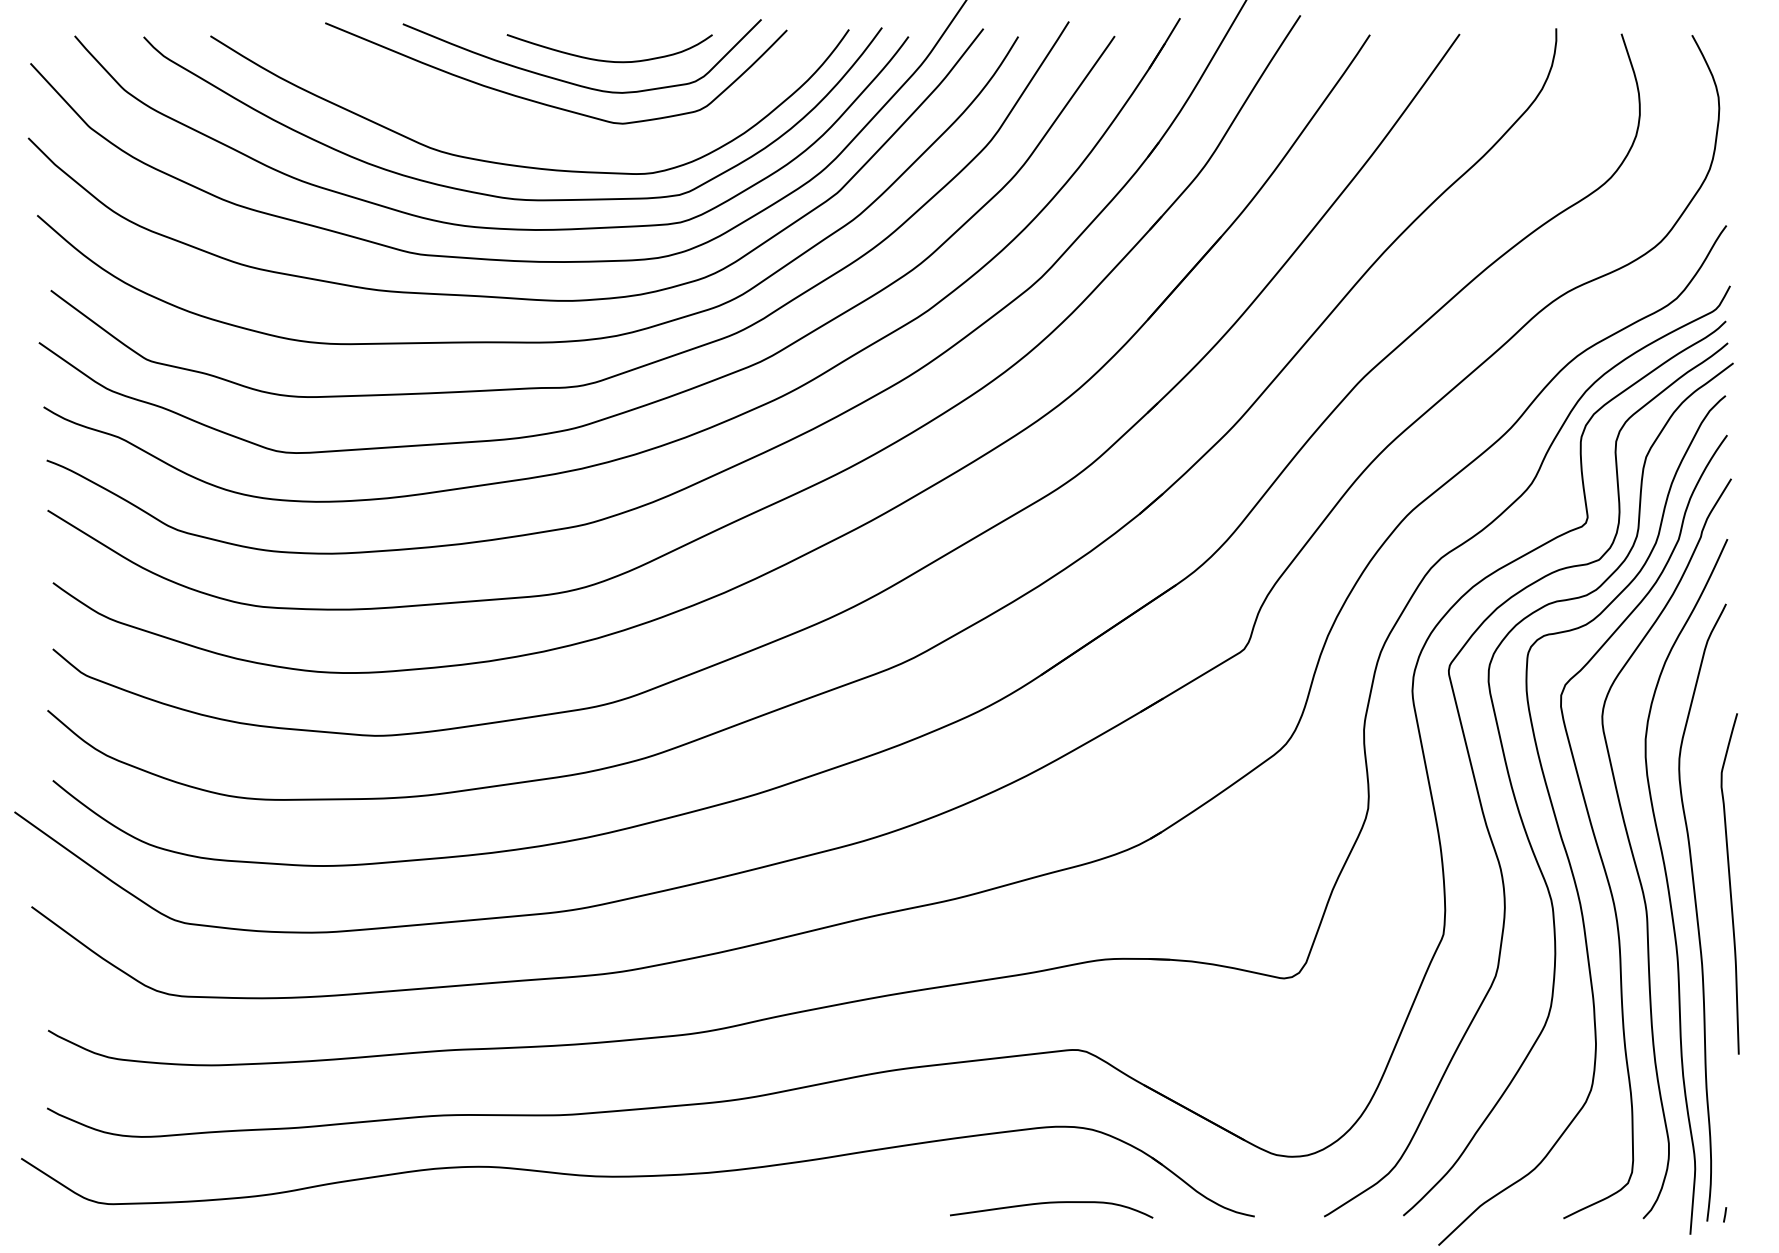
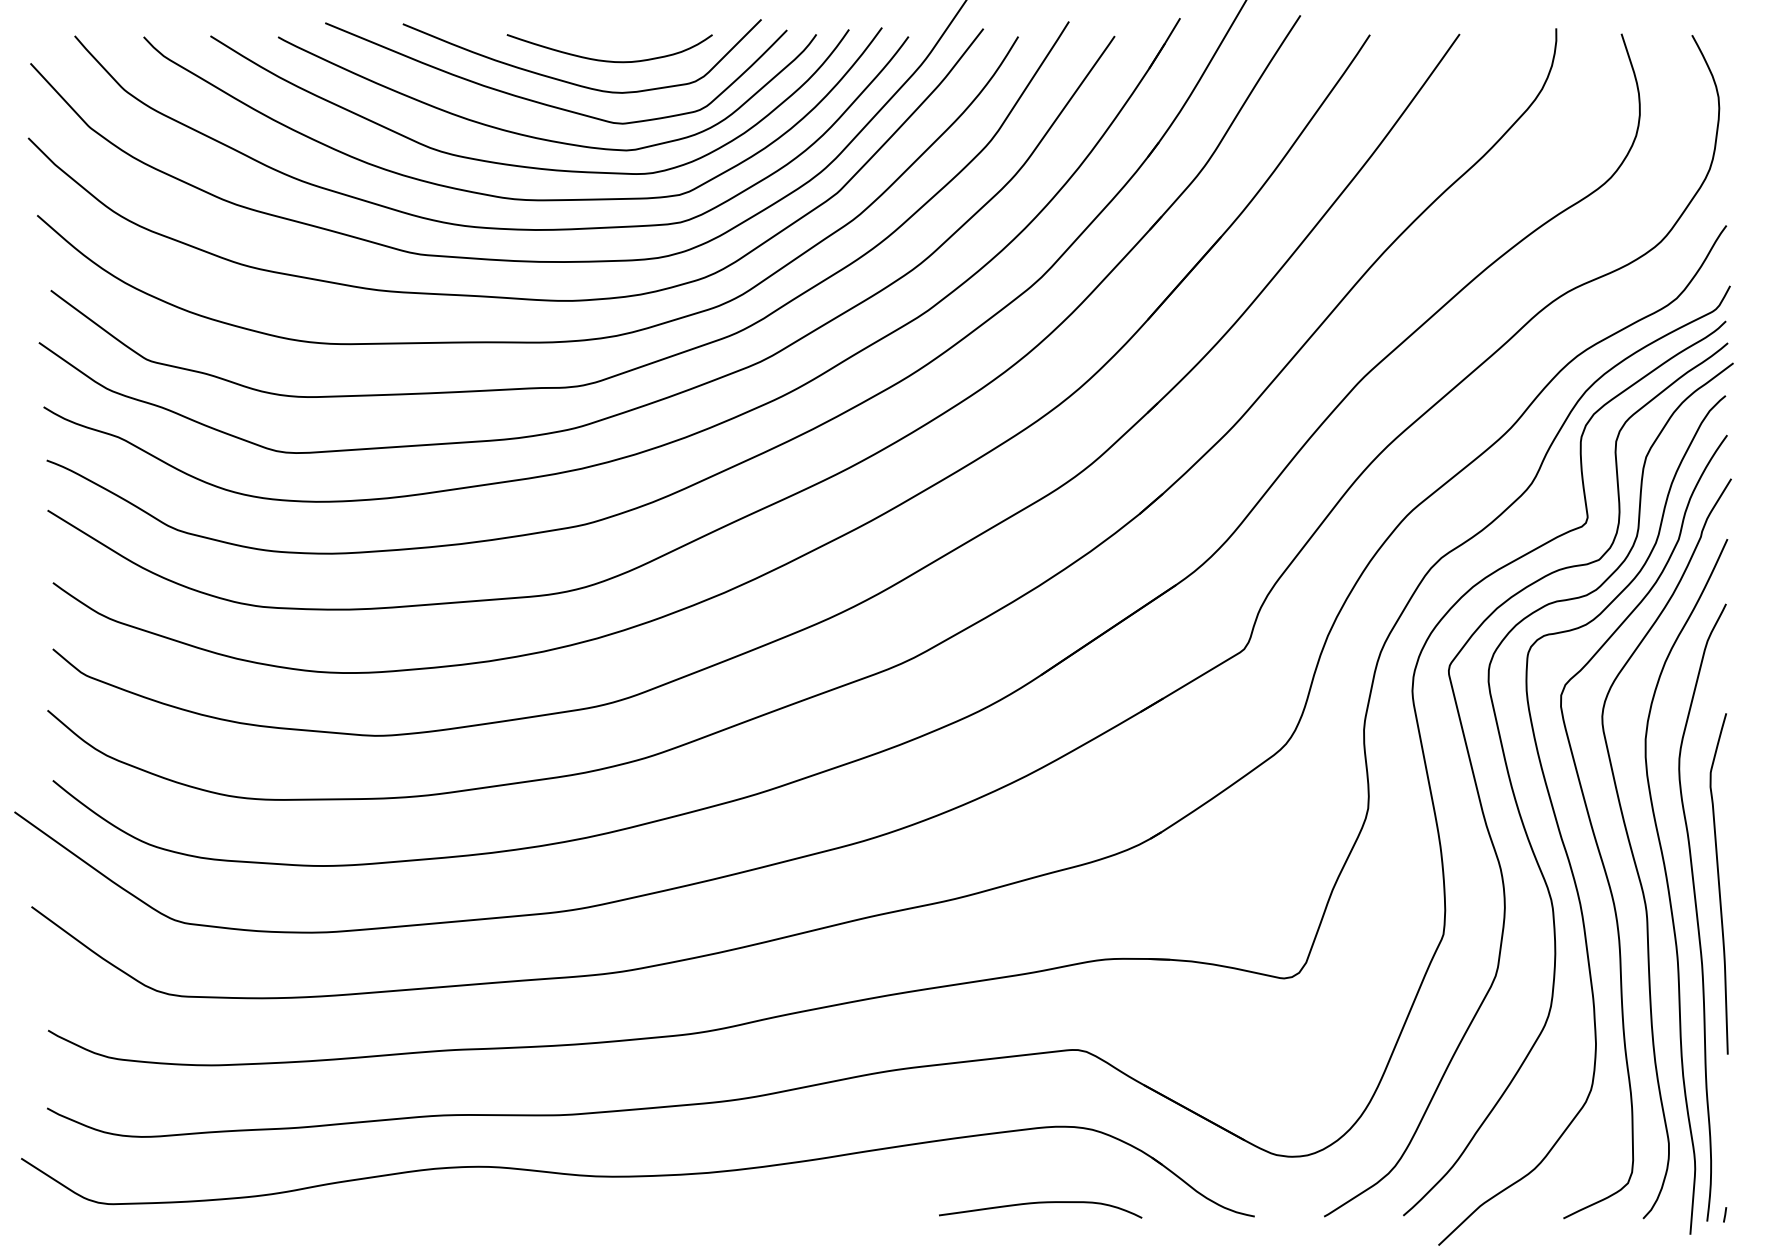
curve at (539, 137): none -> present
curve at (1729, 883) position: (1729, 883) -> (1718, 883)
curve at (1051, 1203) position: (1051, 1203) -> (1040, 1203)
